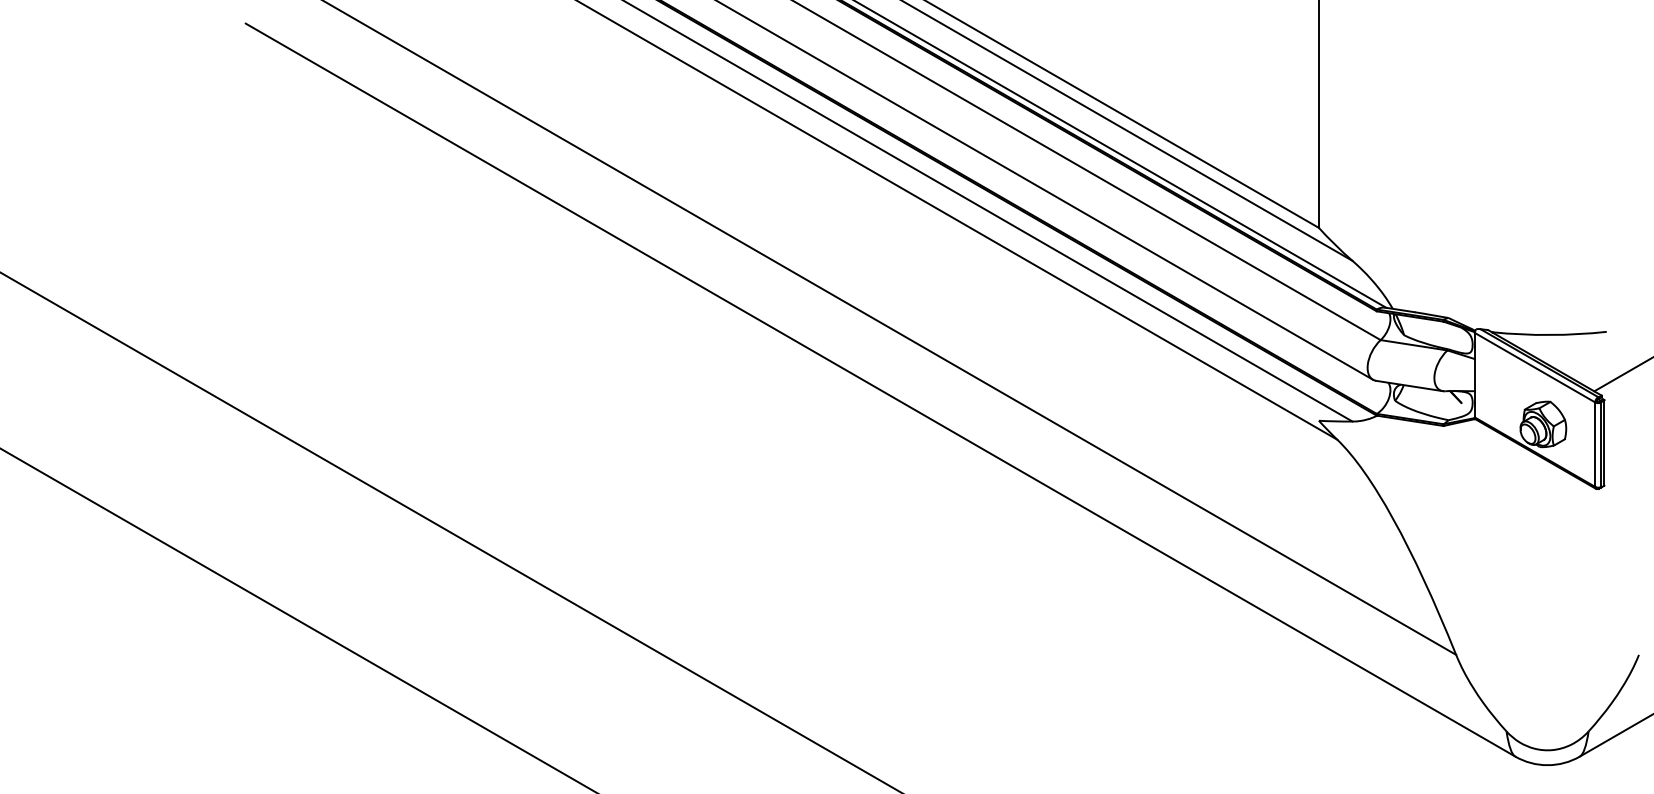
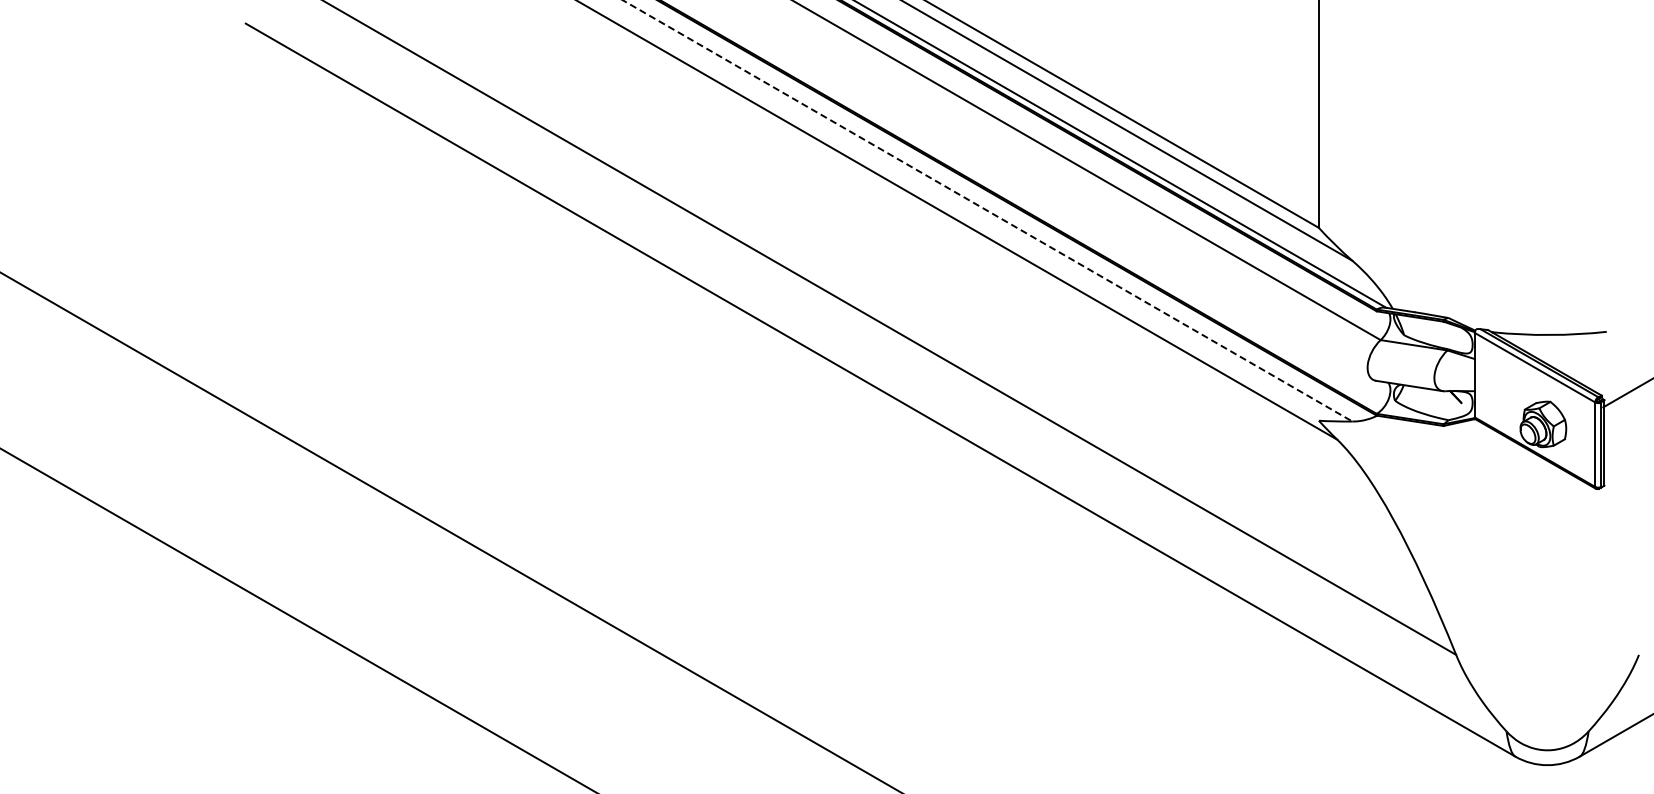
line at (1045, 190): present -> none
line at (988, 211): solid -> dashed
line at (1622, 374) position: (1622, 374) -> (1626, 393)
